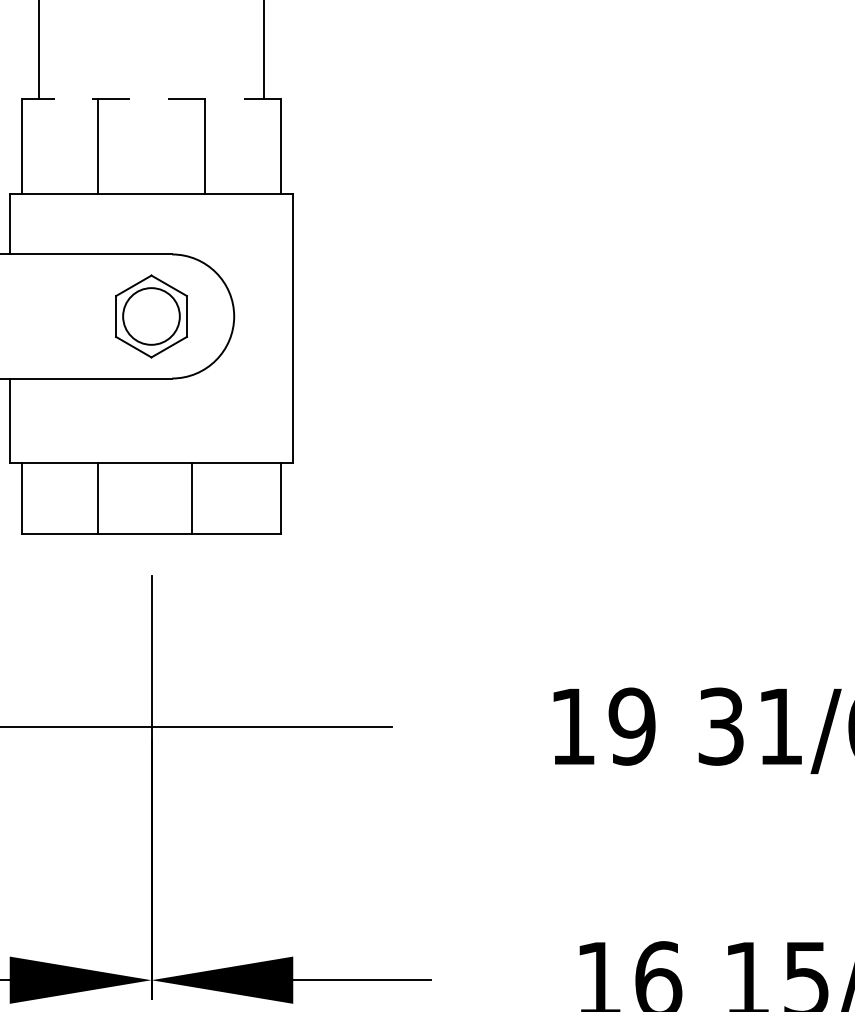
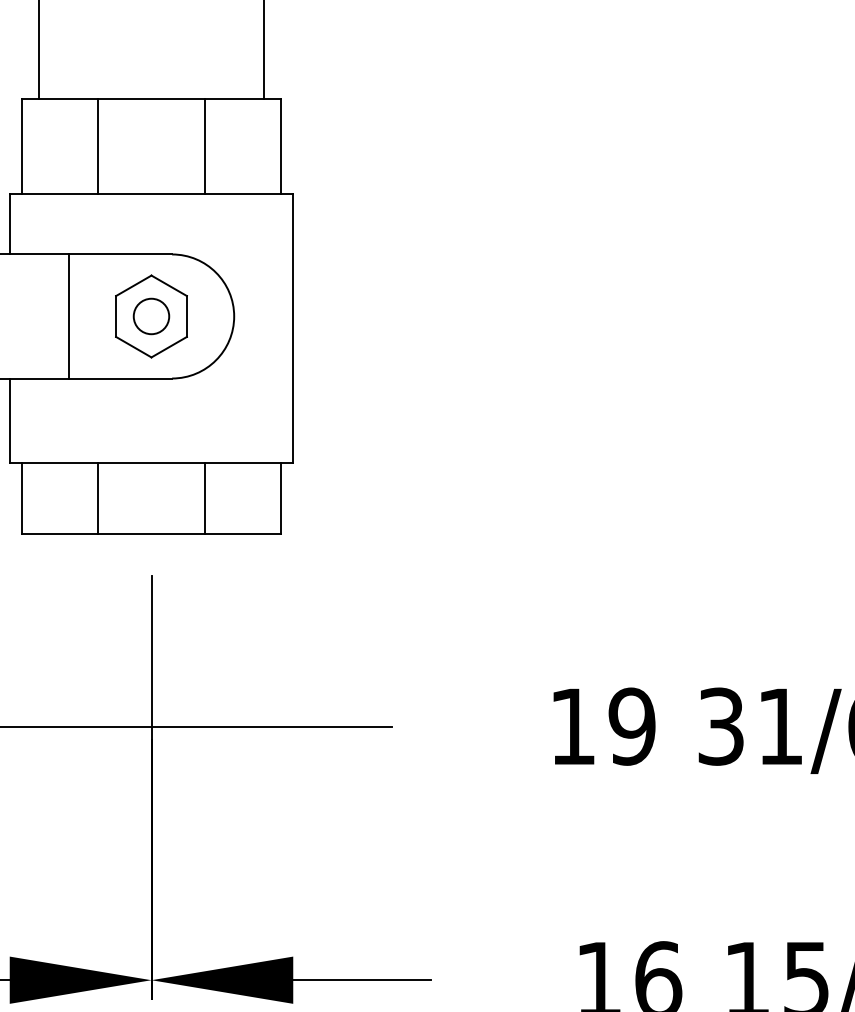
line at (151, 99): dashed -> solid
line at (68, 316): none -> present
circle at (151, 316) diameter: 57 px -> 35 px
line at (192, 497) position: (192, 497) -> (205, 497)
